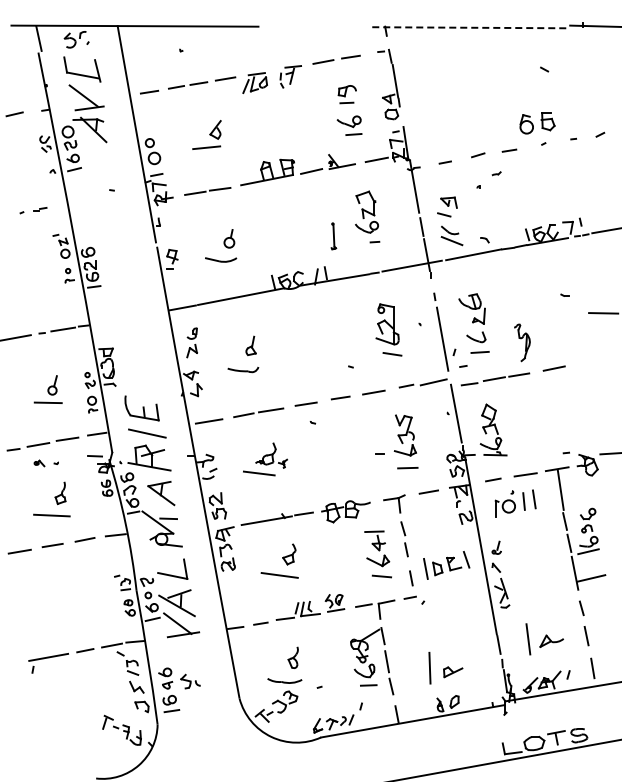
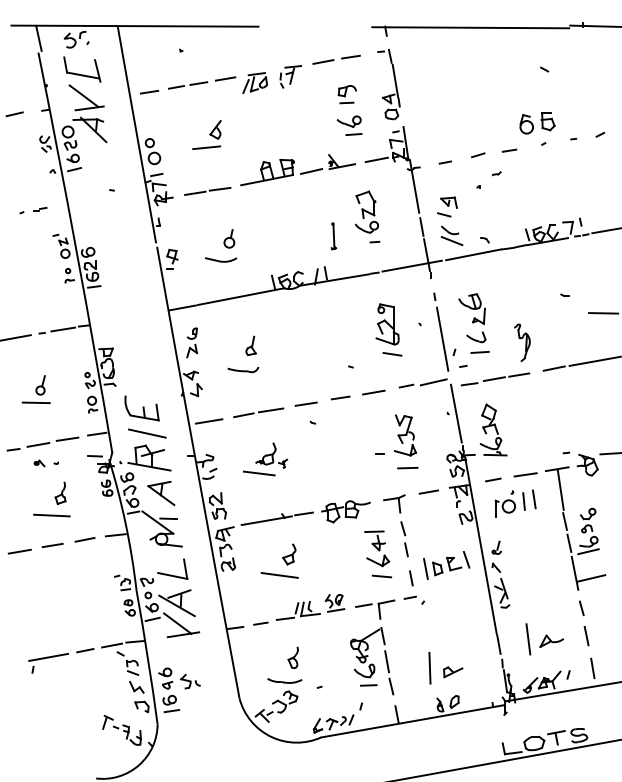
line at (471, 27): dashed -> solid
line at (593, 361): none -> present
part at (47, 389) position: (47, 389) -> (35, 389)
